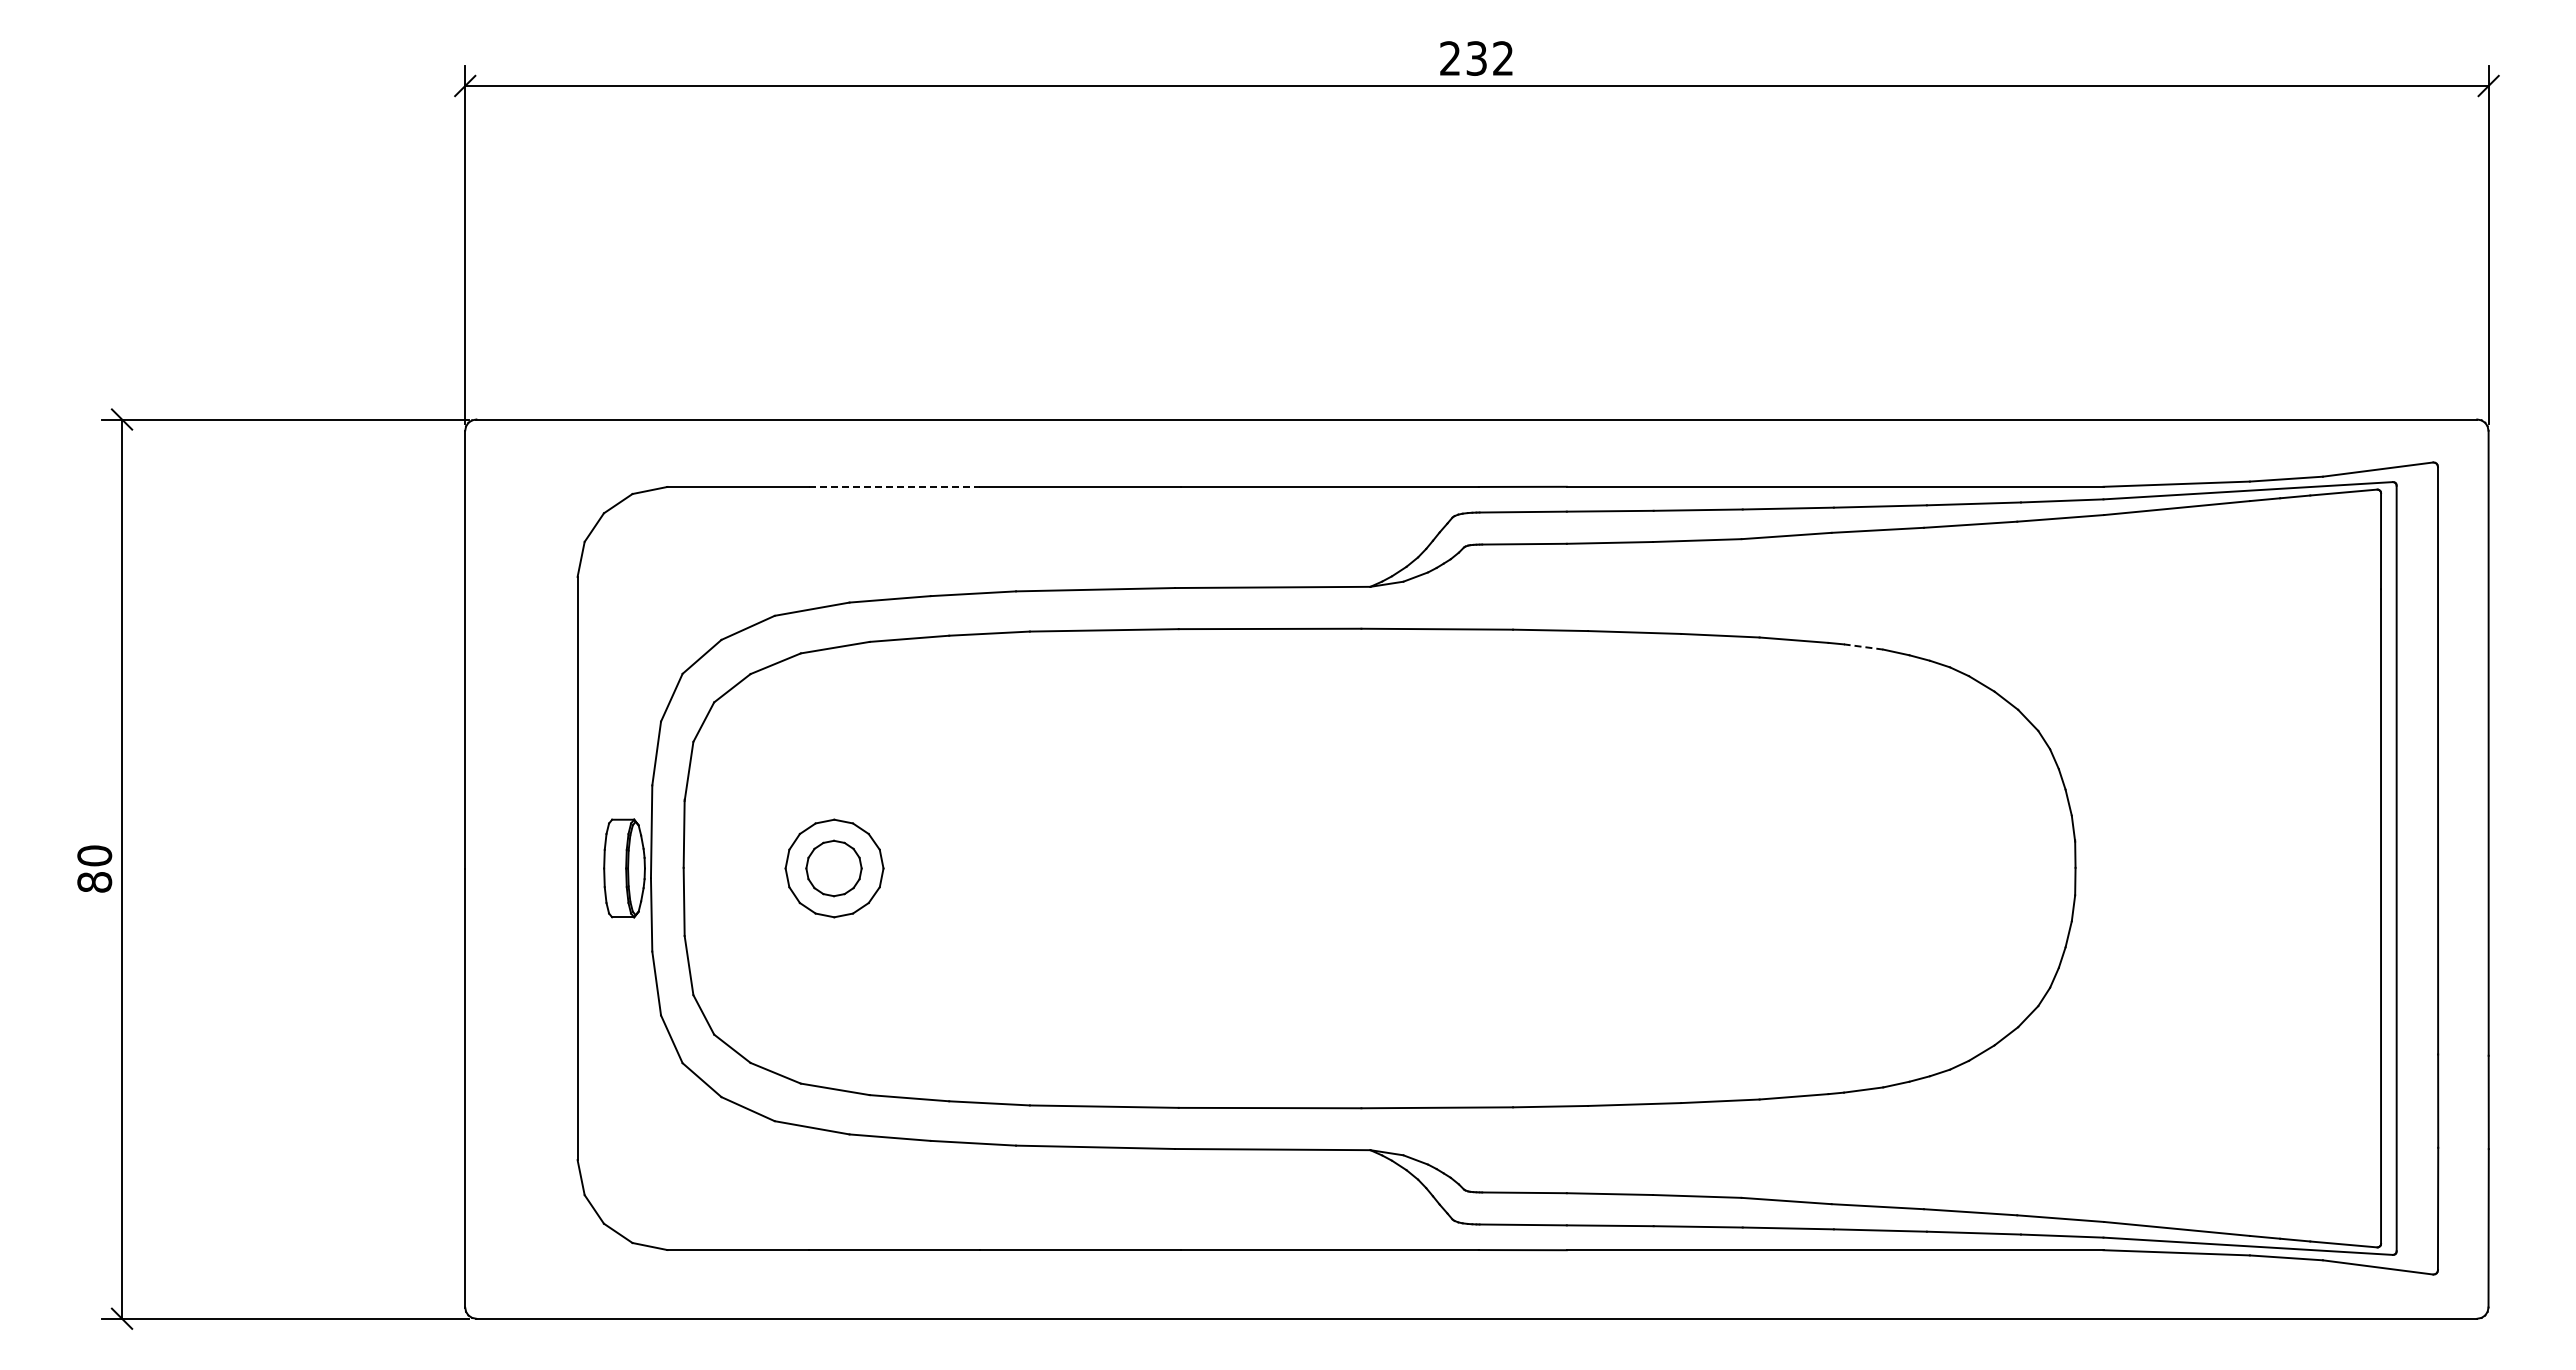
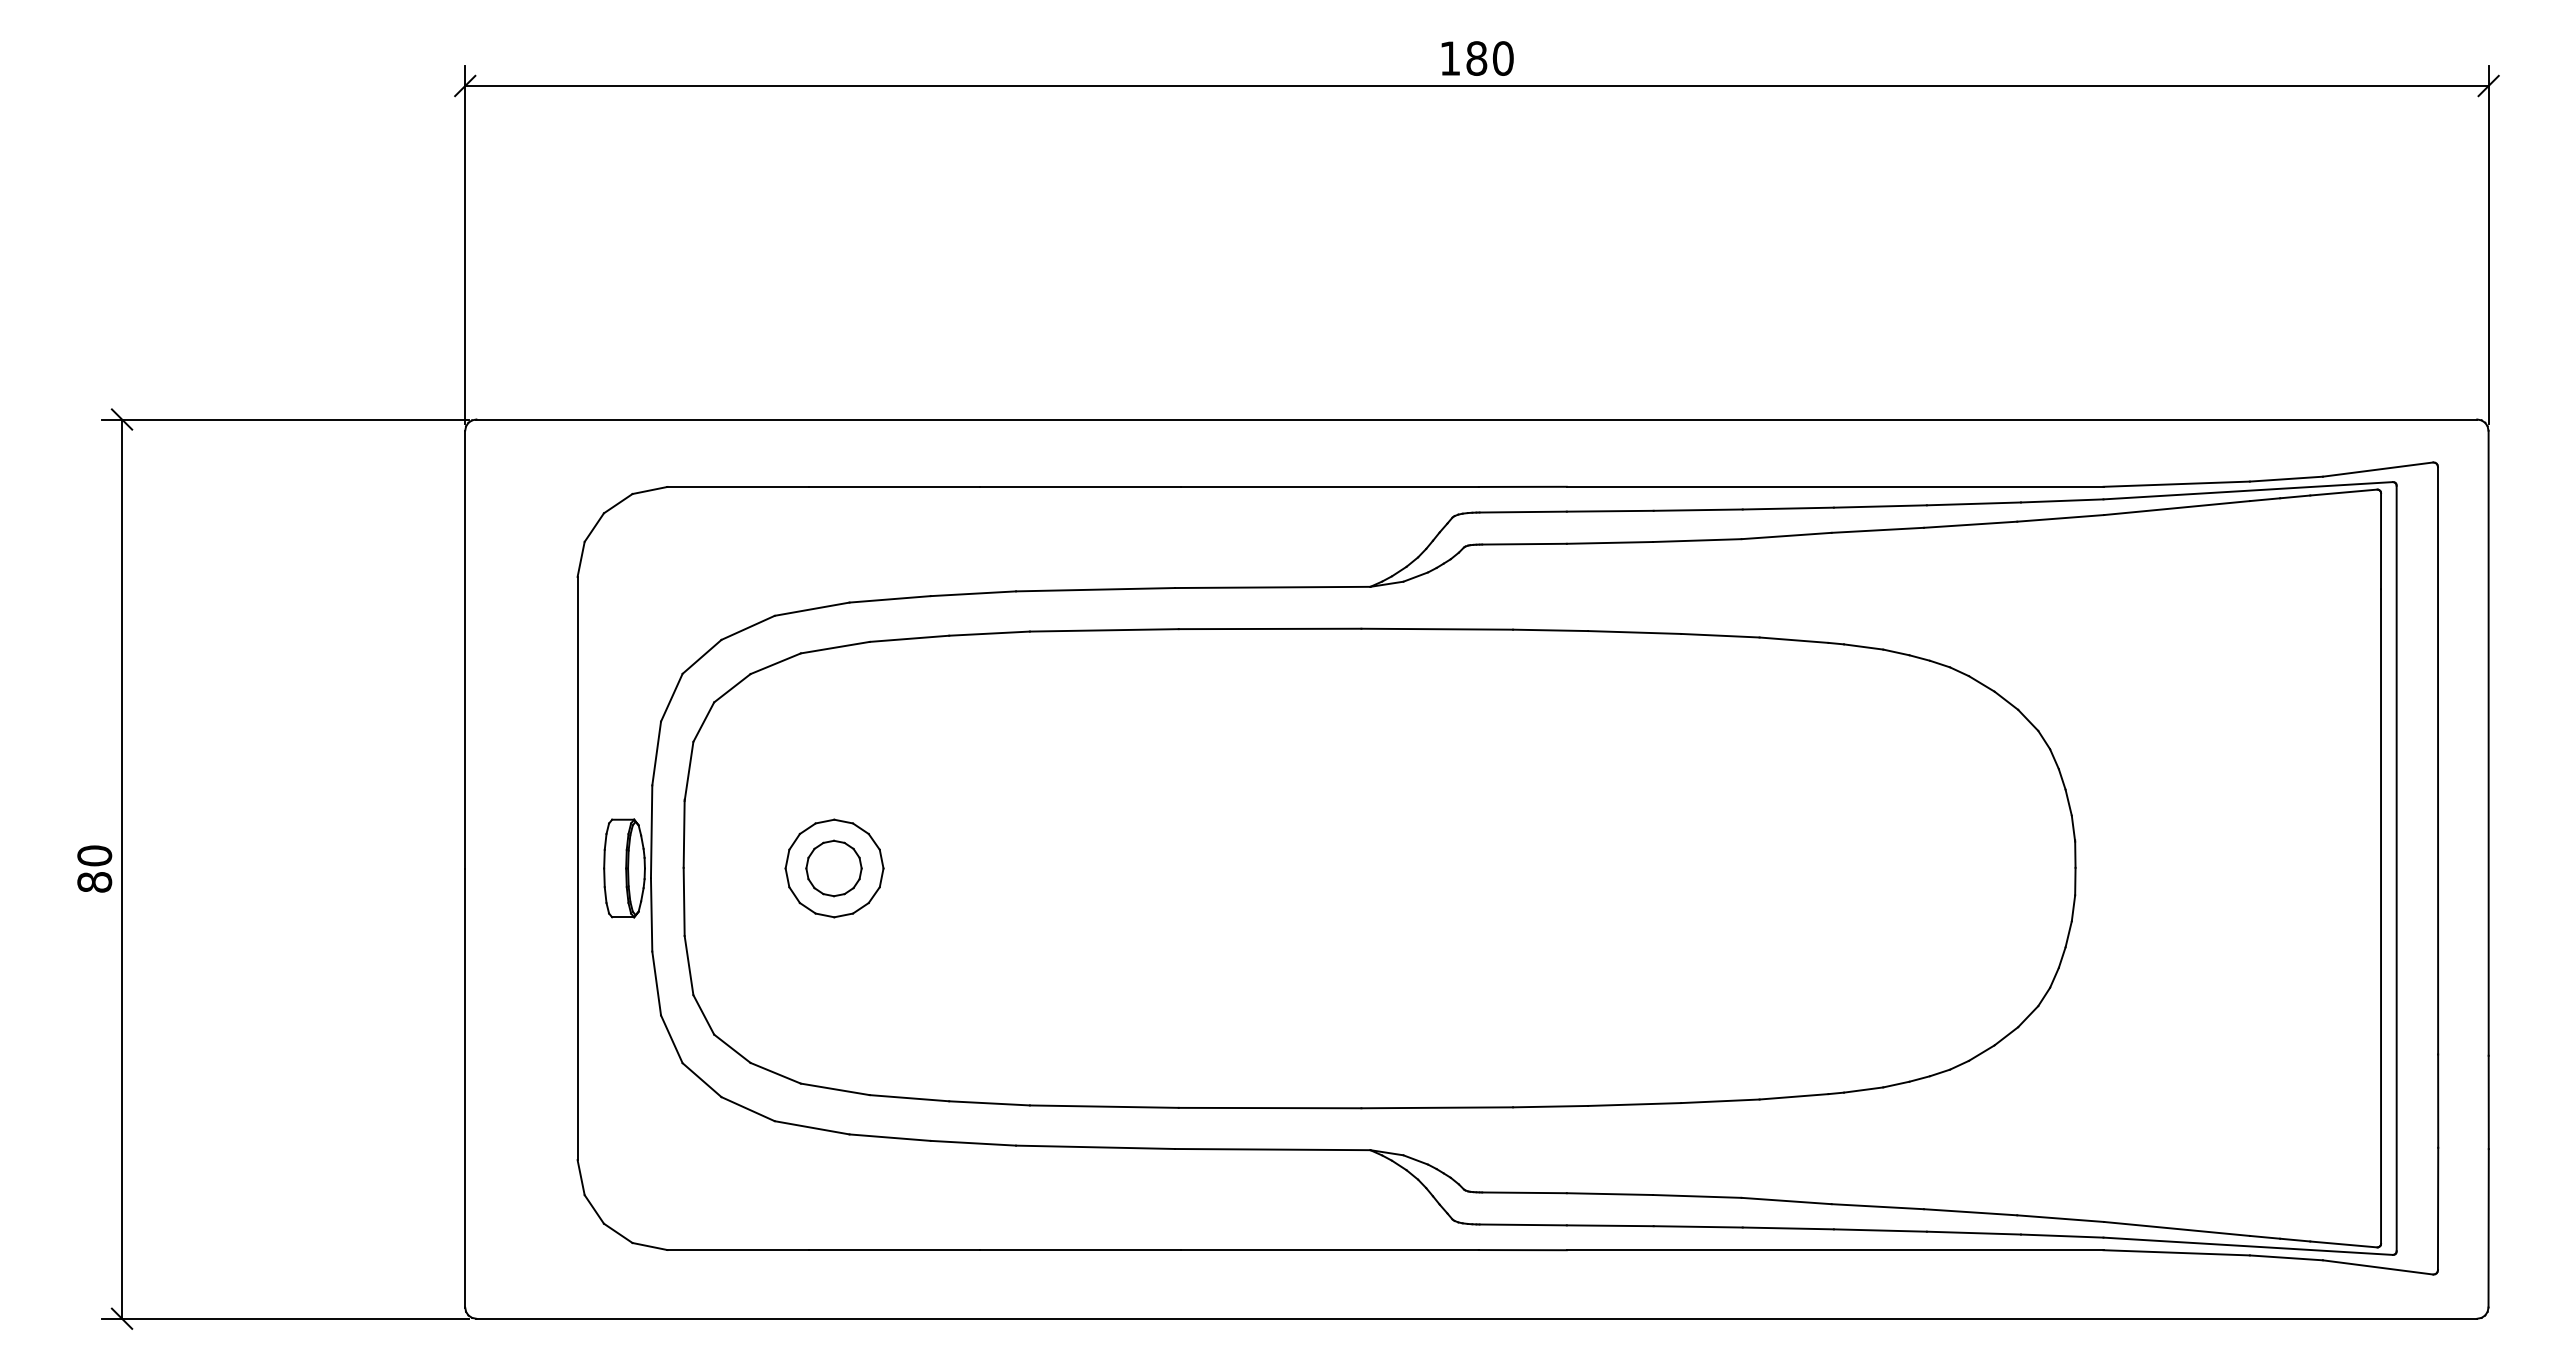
text at (1476, 58): 232 -> 180
line at (894, 486): dashed -> solid
line at (1863, 646): dashed -> solid
